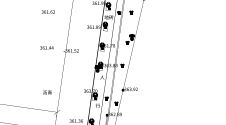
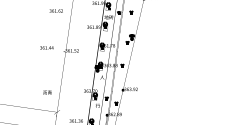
text at (47, 11) position: (47, 11) -> (55, 10)
